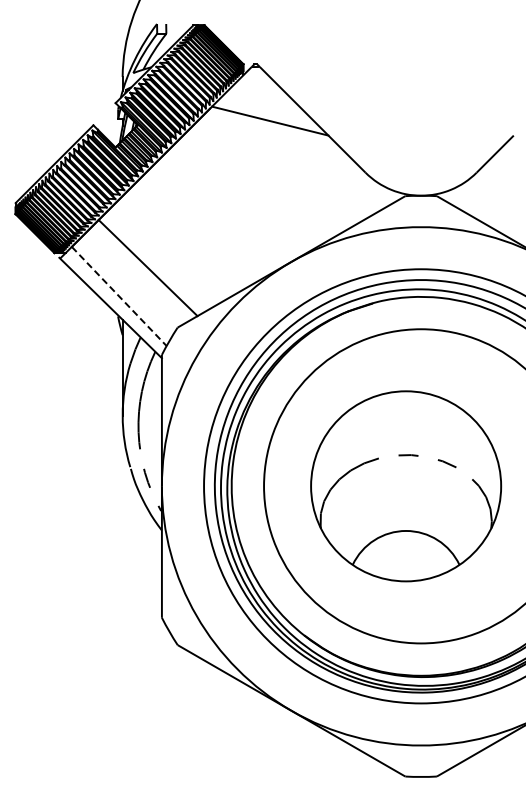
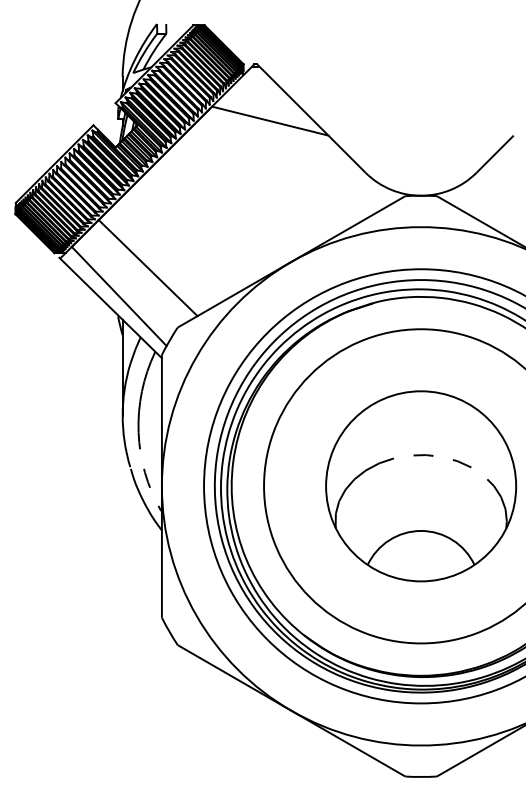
line at (119, 296): dashed -> solid
part at (406, 486) position: (406, 486) -> (421, 486)
